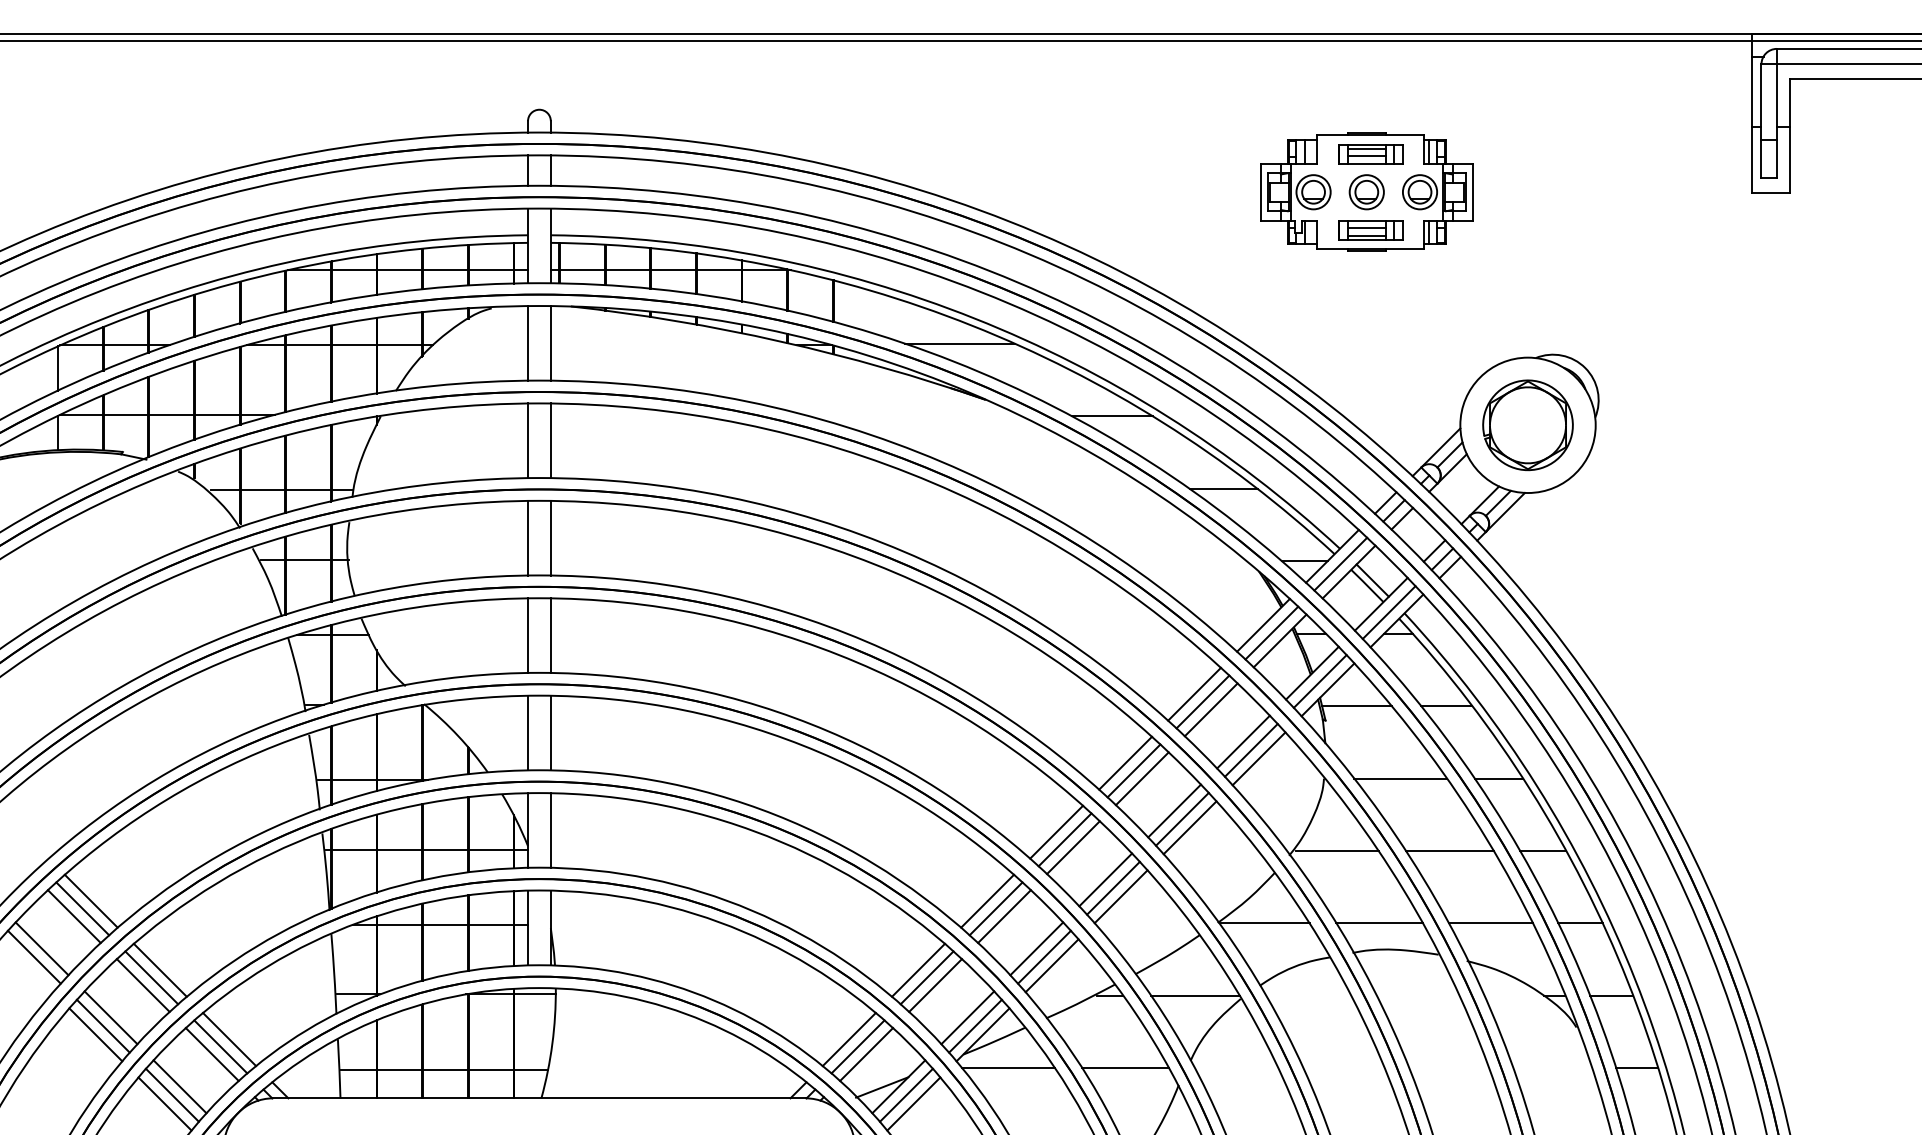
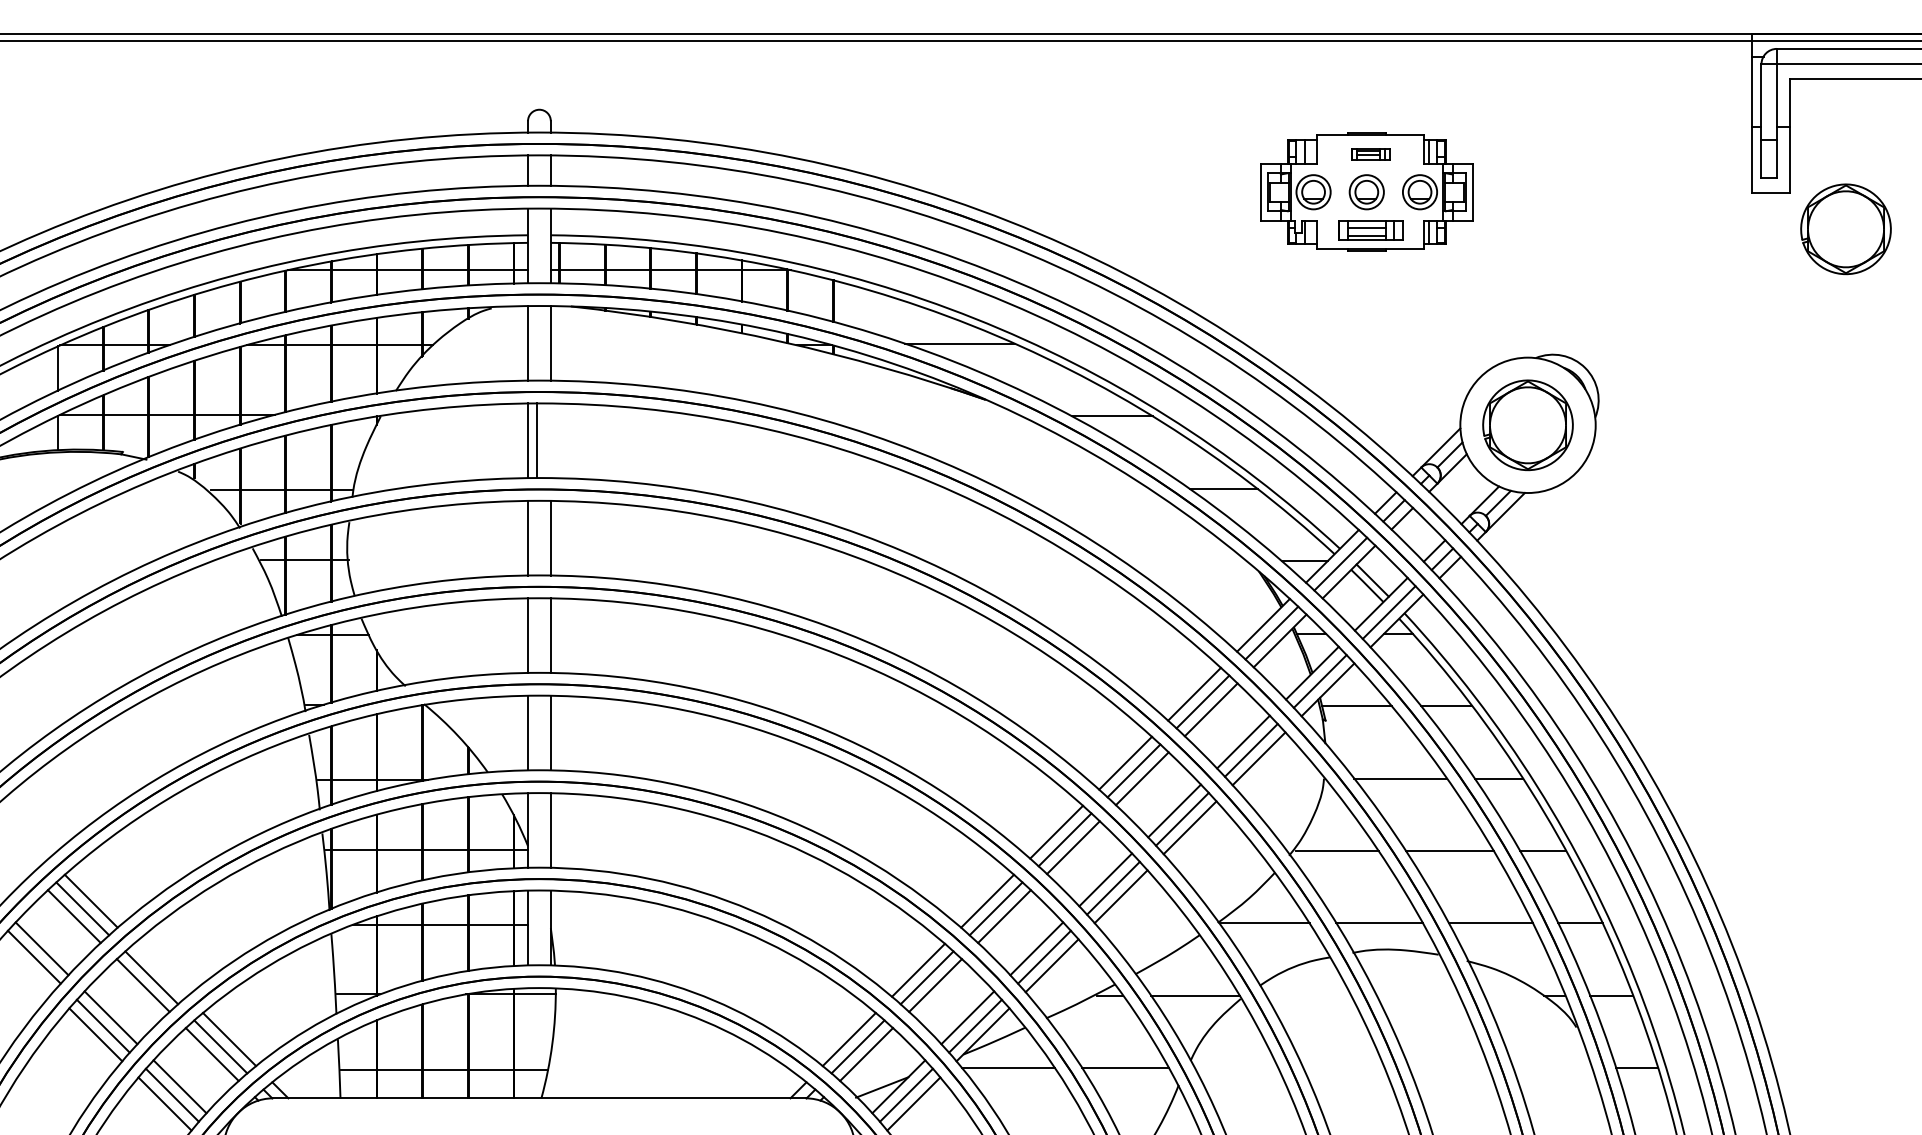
part at (1370, 154) size: 66x21 px -> 40x13 px
part at (1845, 229): none -> present
line at (550, 440) position: (550, 440) -> (536, 440)
line at (159, 969): present -> none
